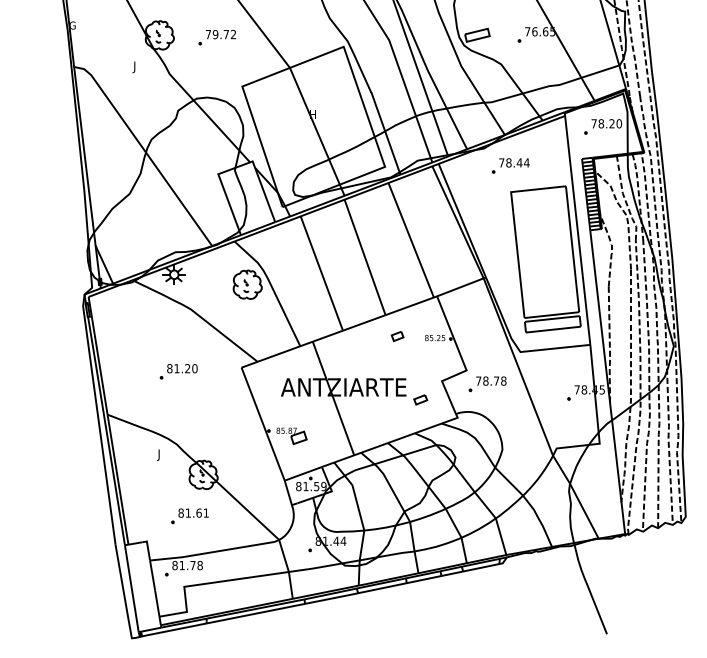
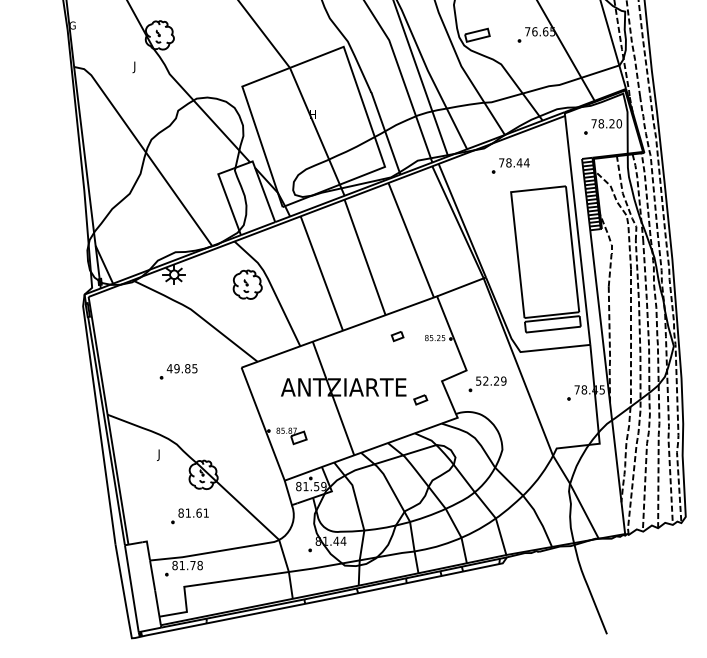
part at (216, 37): present -> none
text at (181, 368): 81.20 -> 49.85
text at (491, 380): 78.78 -> 52.29
